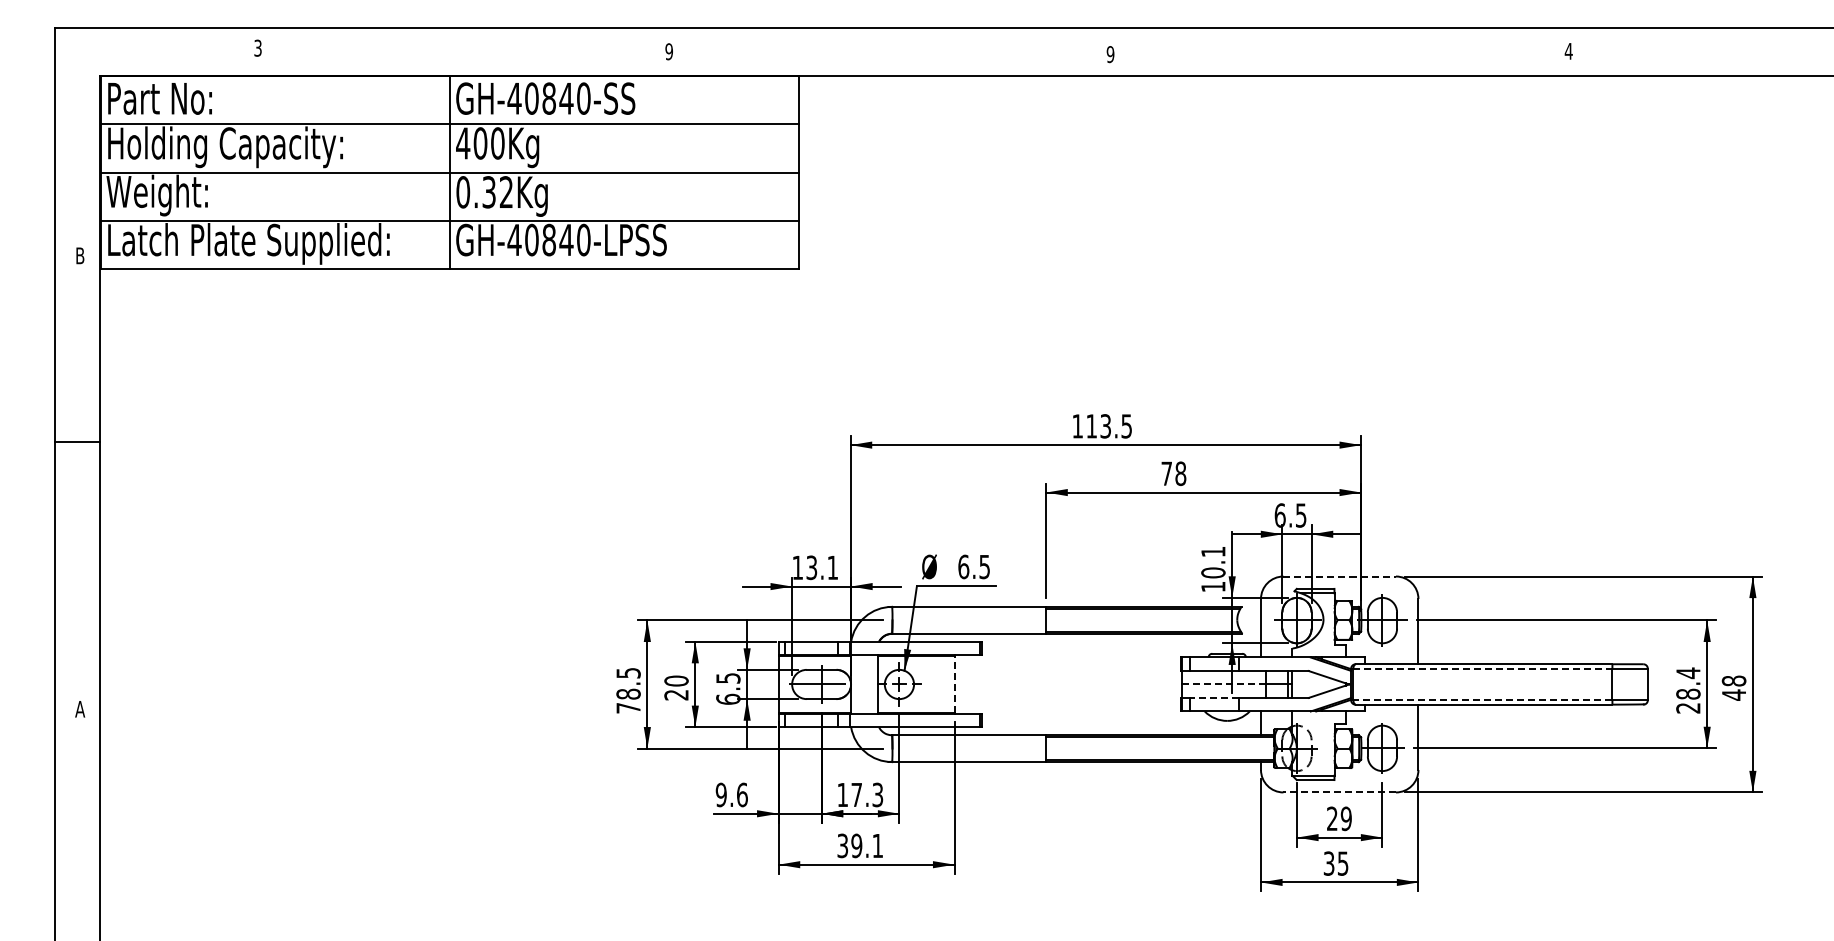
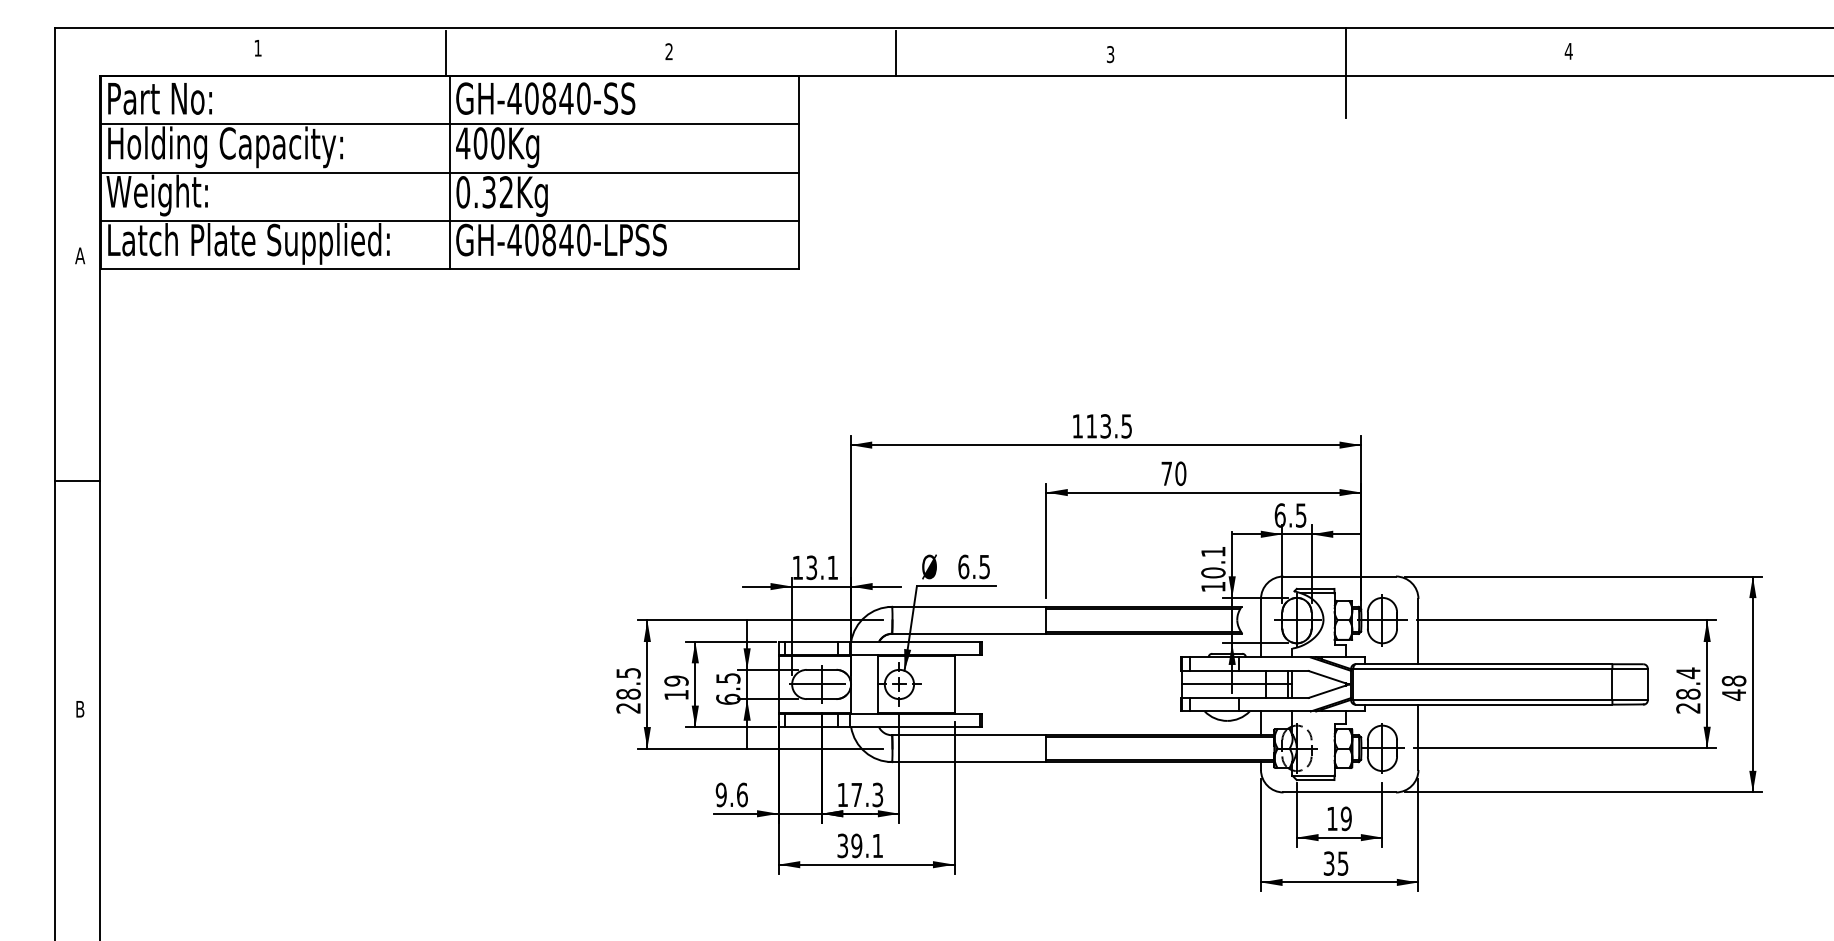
text at (257, 47): 3 -> 1
text at (668, 51): 9 -> 2
line at (446, 53): none -> present
line at (896, 53): none -> present
text at (1110, 54): 9 -> 3
line at (1346, 73): none -> present
text at (80, 255): B -> A
line at (77, 441) position: (77, 441) -> (77, 480)
text at (1180, 473): 78 -> 70
line at (1340, 576): dashed -> solid
line at (1482, 668): dashed -> solid
line at (954, 684): dashed -> solid
line at (1224, 684): dashed -> solid
text at (676, 687): 20 -> 19
line at (1214, 697): dashed -> solid
line at (1482, 700): dashed -> solid
text at (628, 708): 78.5 -> 28.5
text at (80, 709): A -> B
line at (1339, 792): dashed -> solid
text at (1332, 818): 29 -> 19
